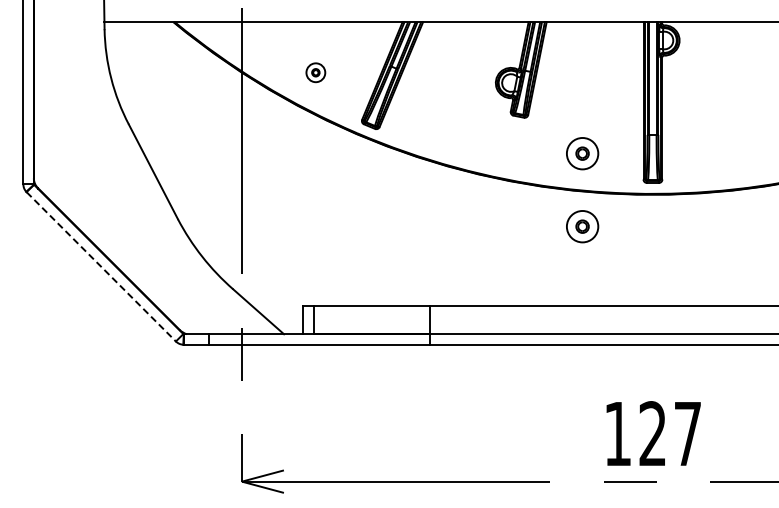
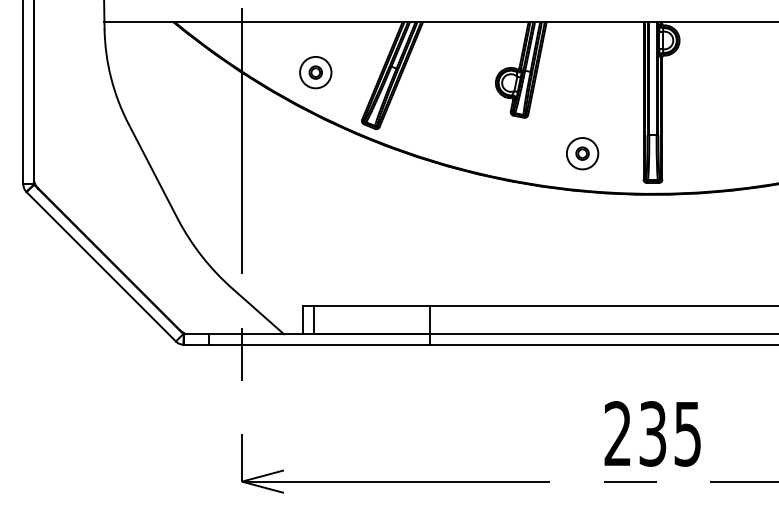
part at (315, 72) size: 22x22 px -> 34x34 px
part at (582, 226): present -> none
line at (101, 266): dashed -> solid
text at (652, 433): 127 -> 235
